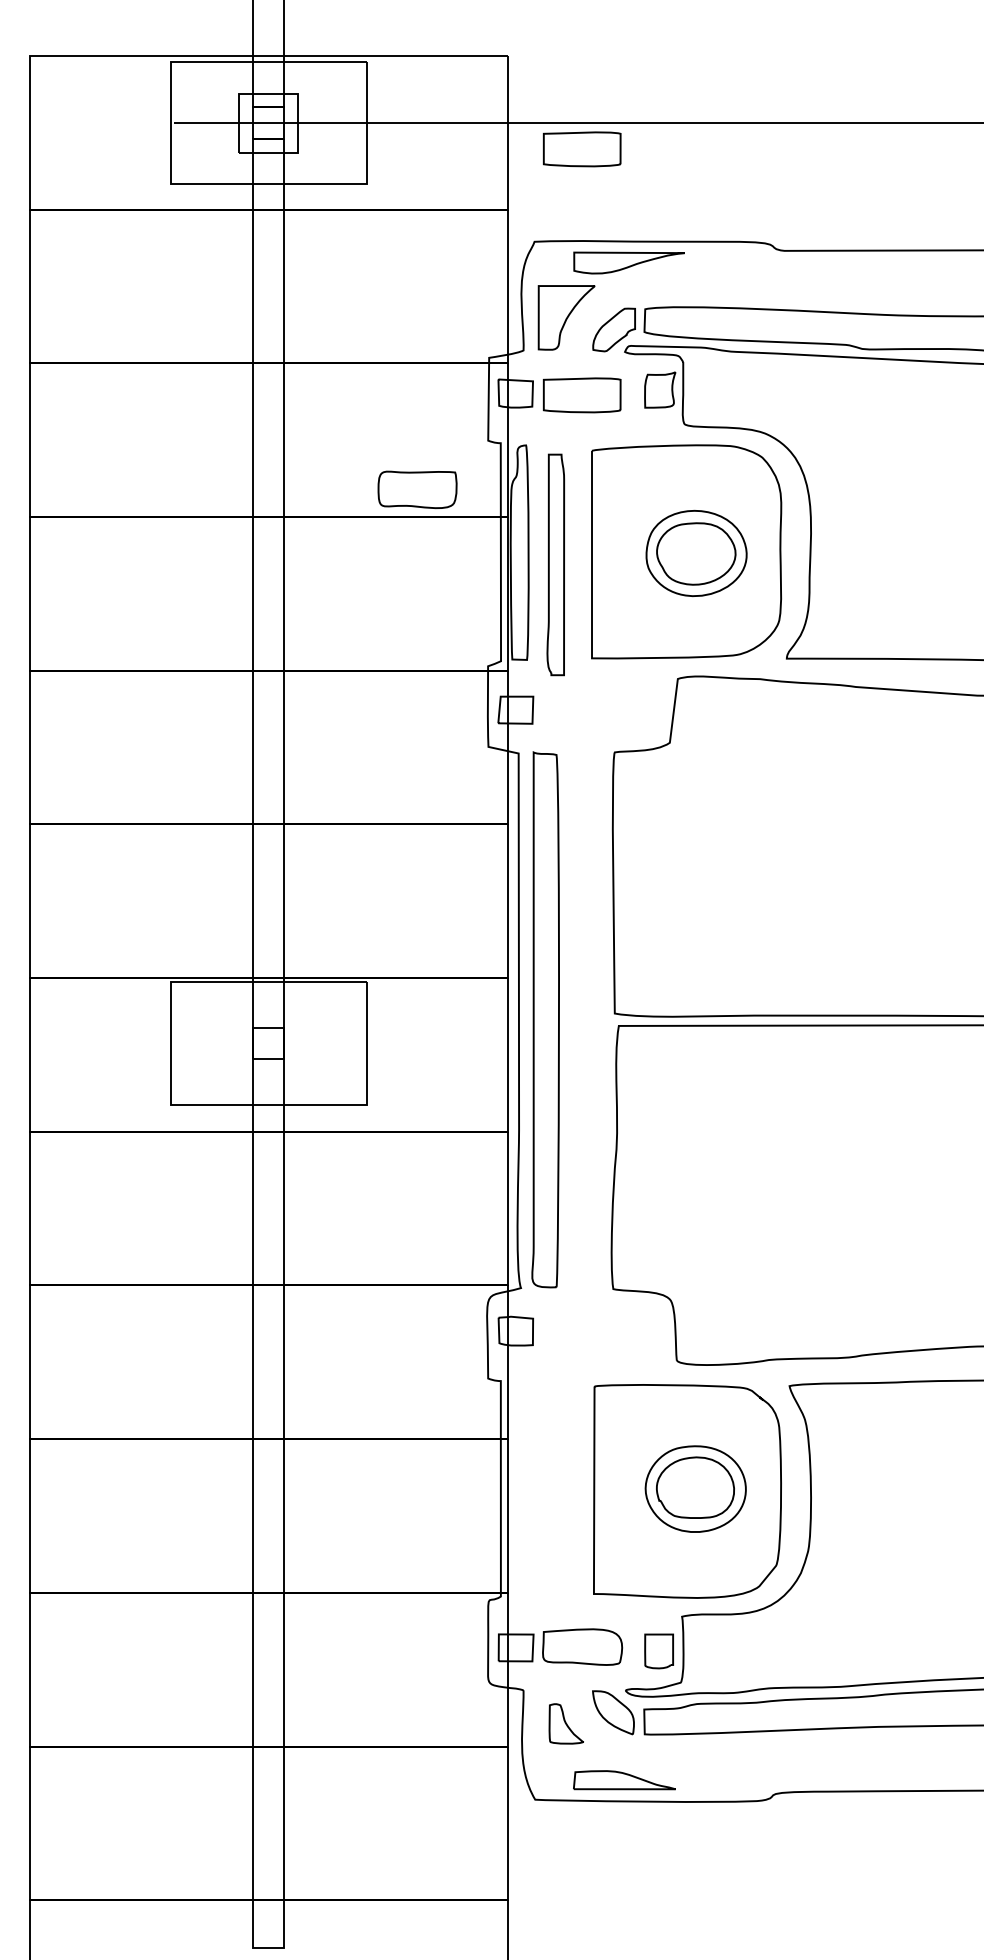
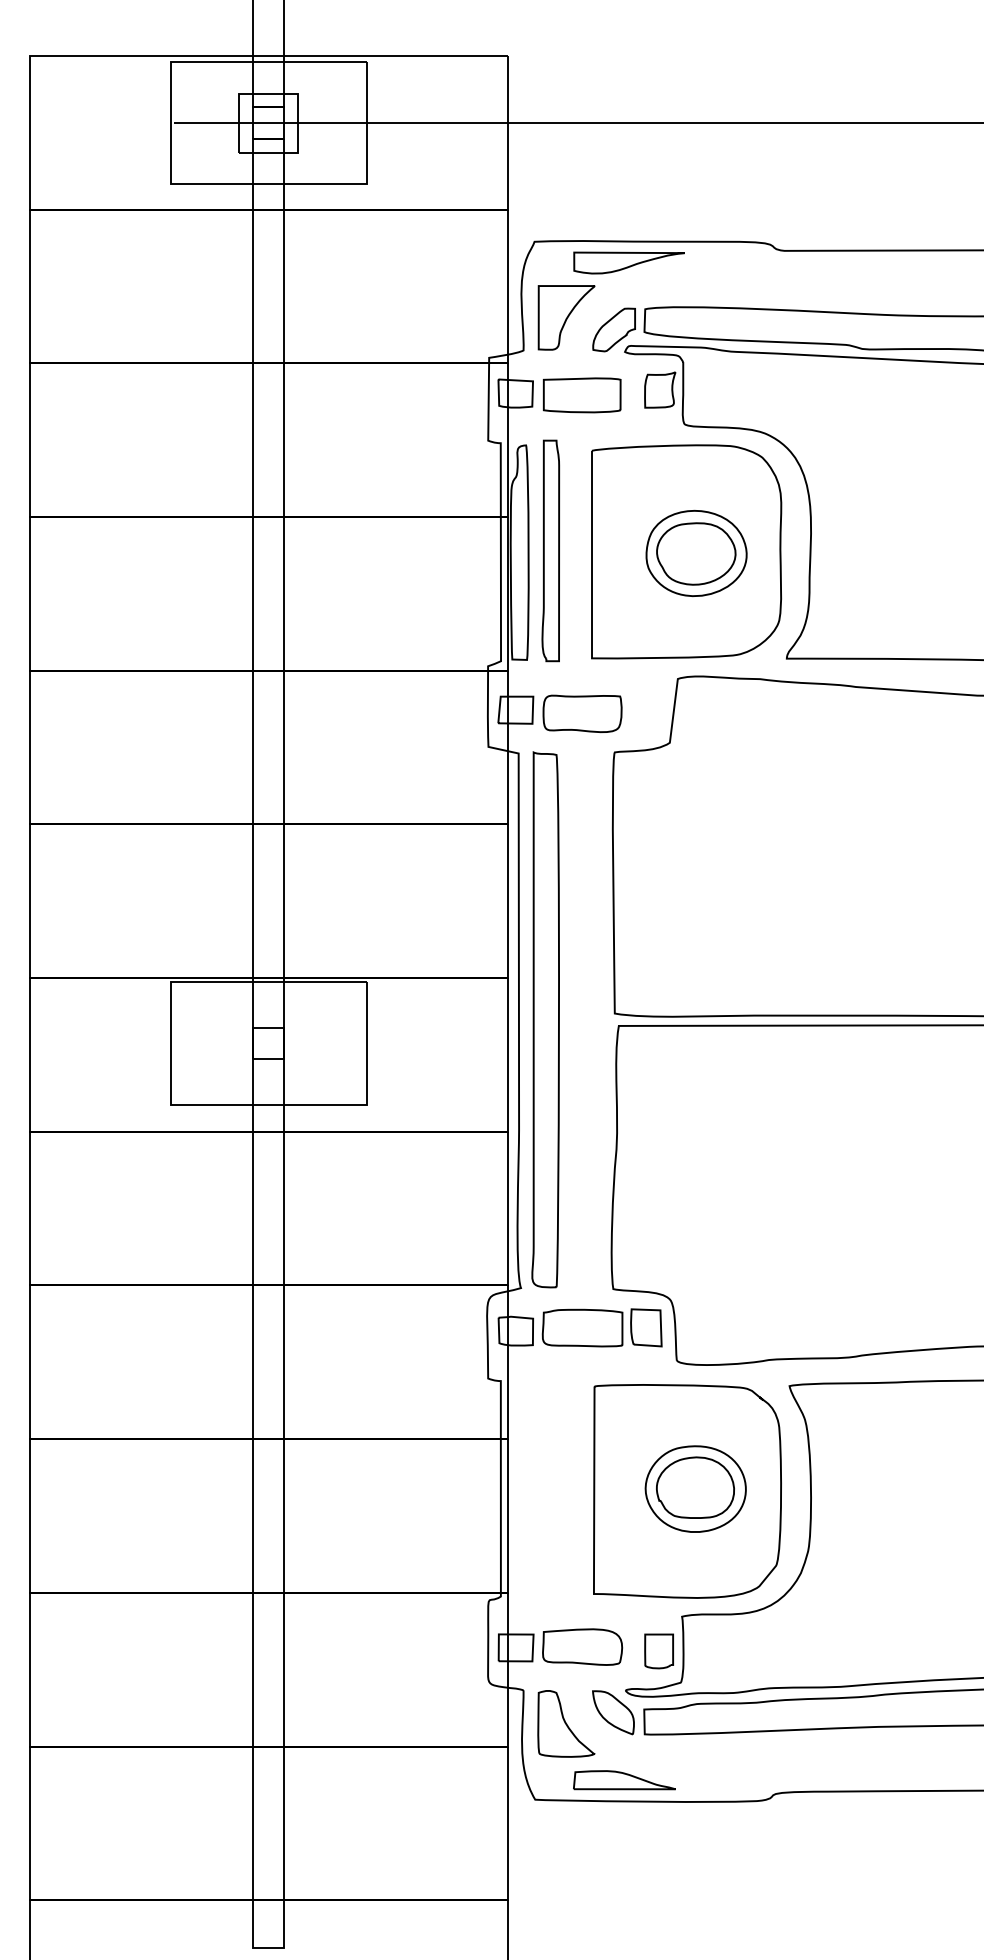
part at (581, 149): present -> none
part at (417, 489) position: (417, 489) -> (582, 713)
part at (555, 564) position: (555, 564) -> (550, 550)
part at (601, 1327): none -> present
part at (565, 1723) size: 36x42 px -> 59x68 px
